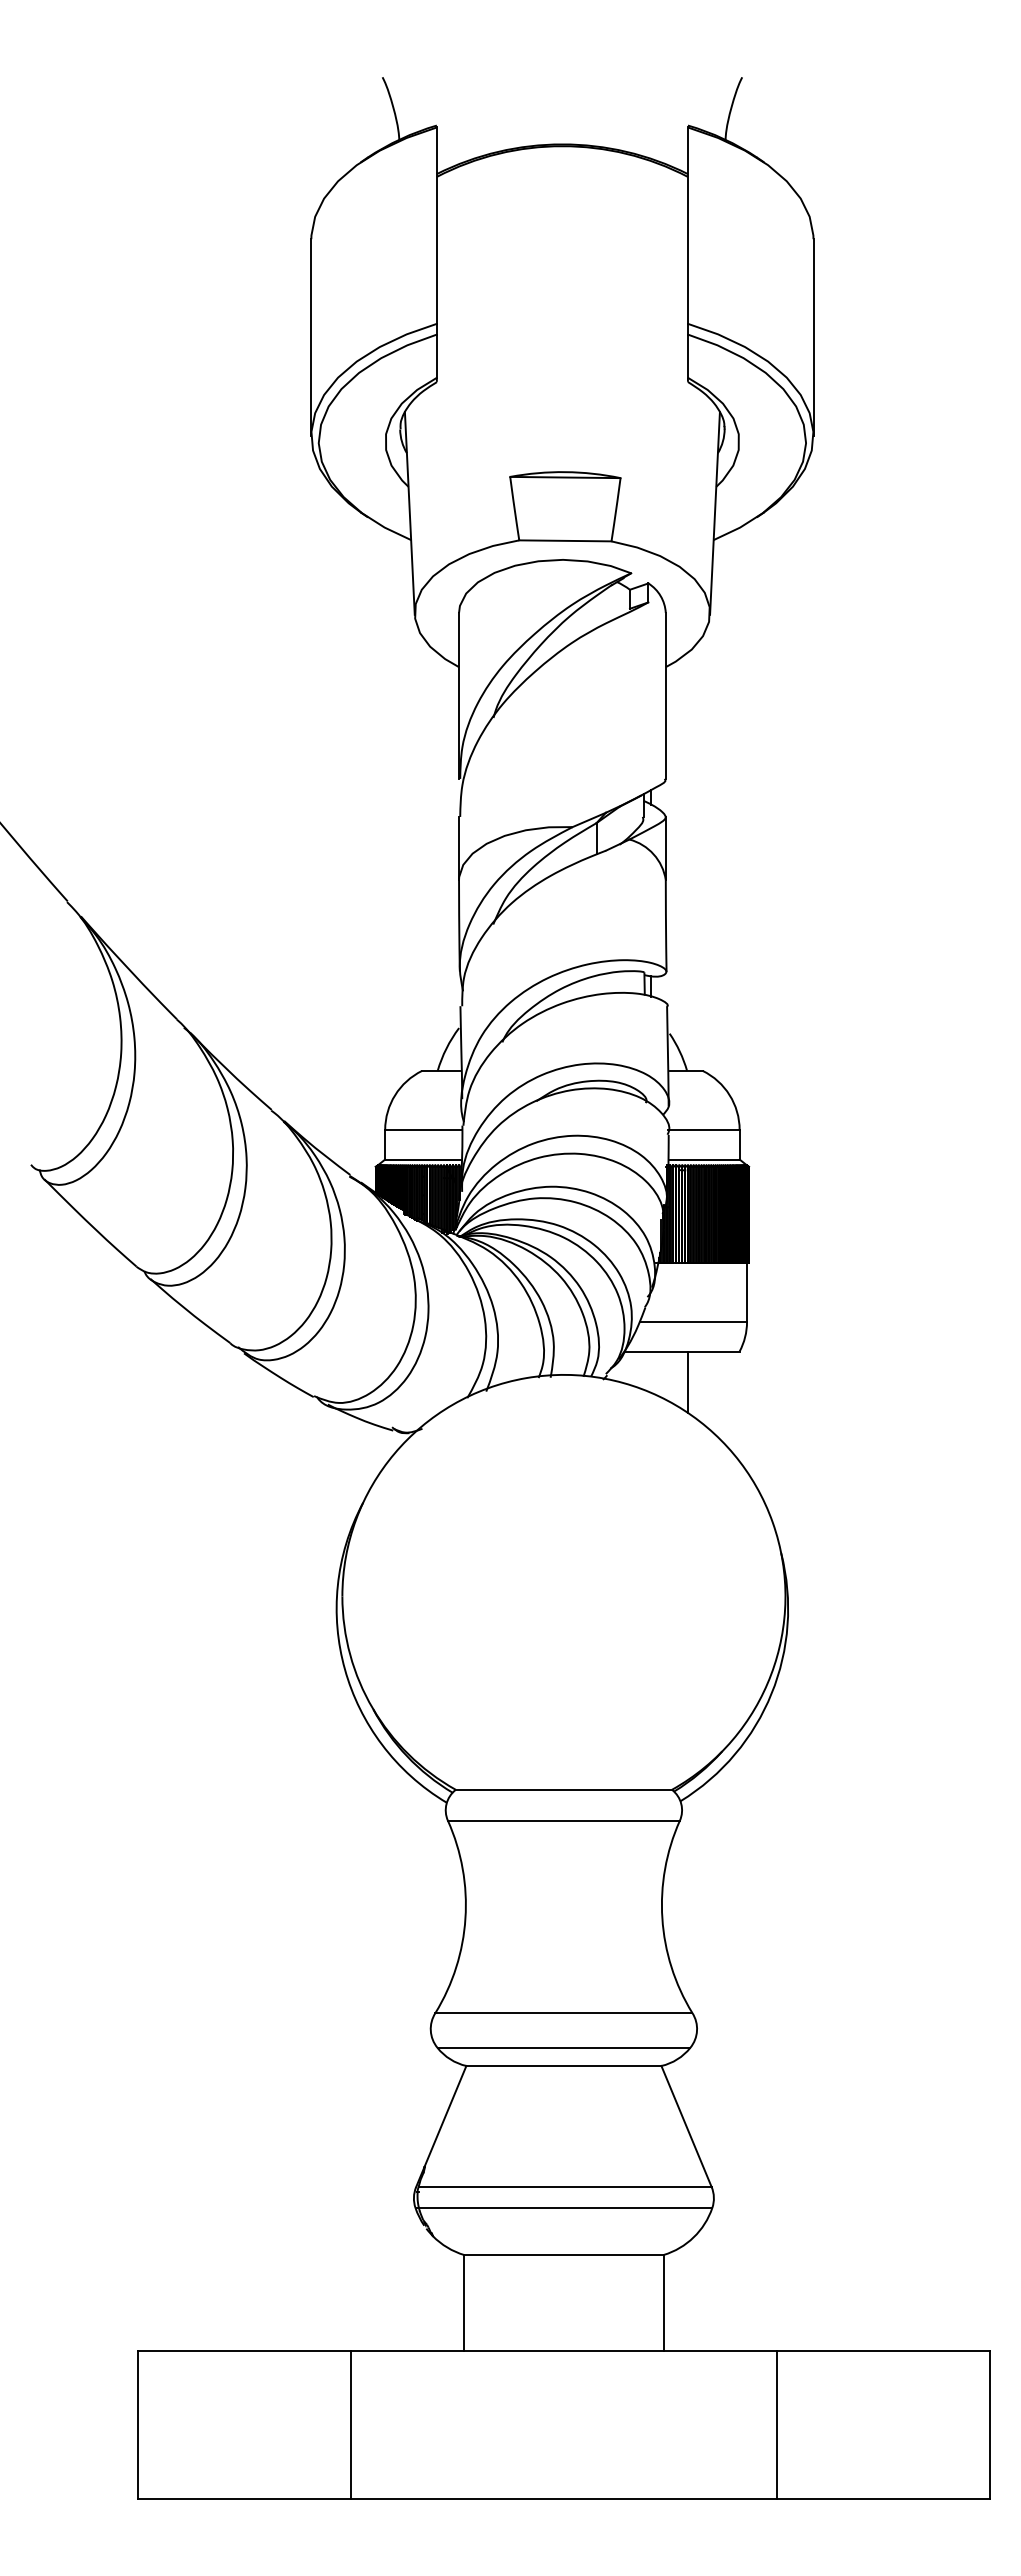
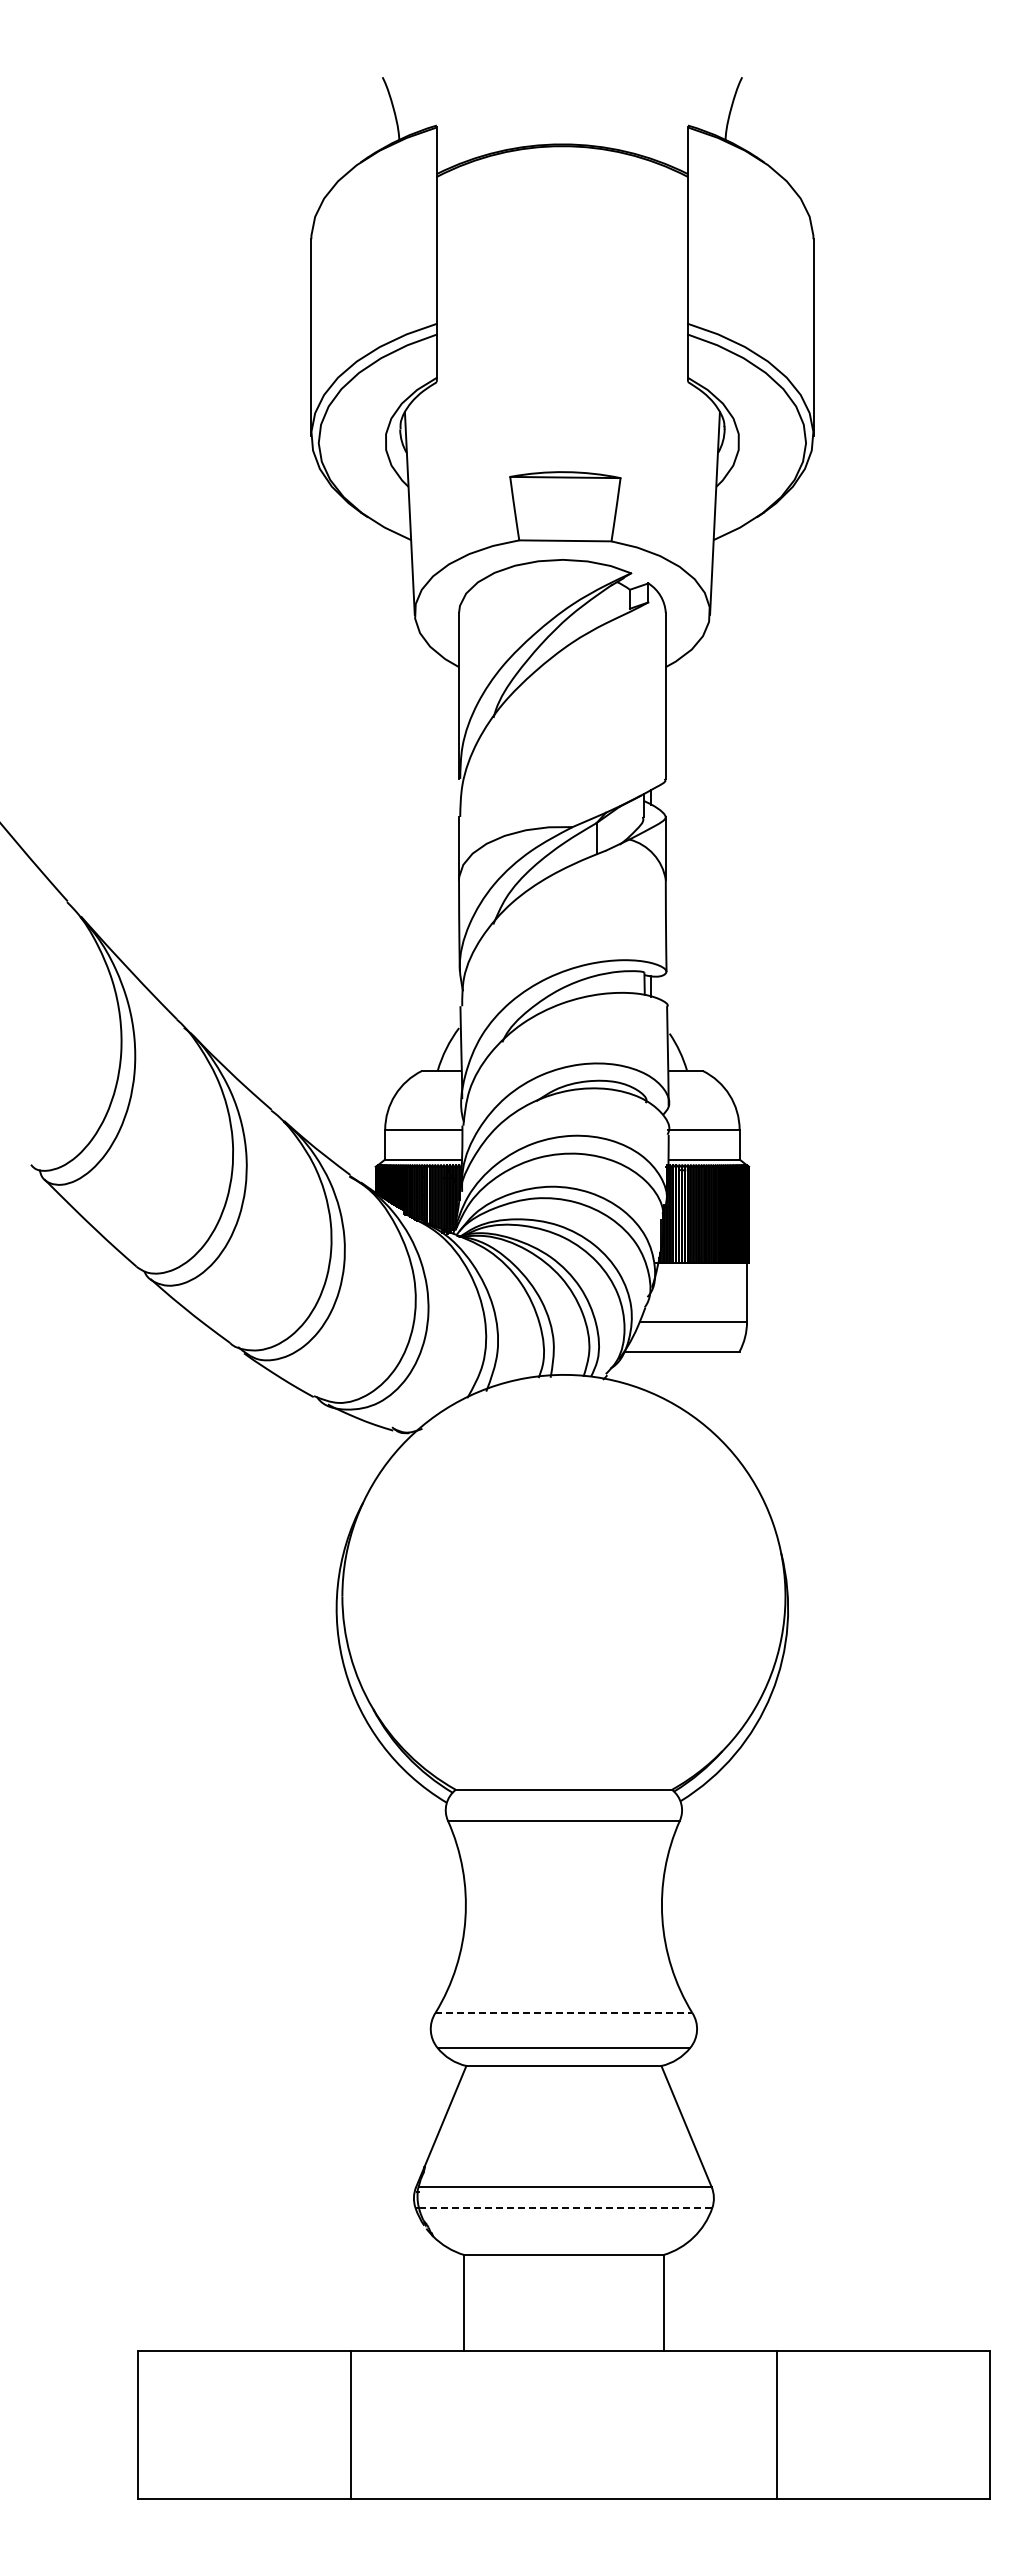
line at (687, 1381): present -> none
line at (564, 2013): solid -> dashed
line at (565, 2207): solid -> dashed
